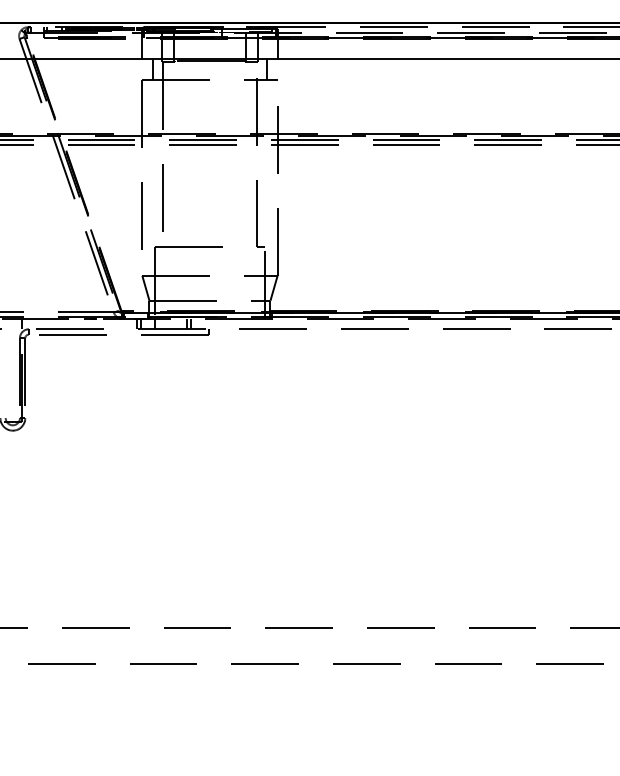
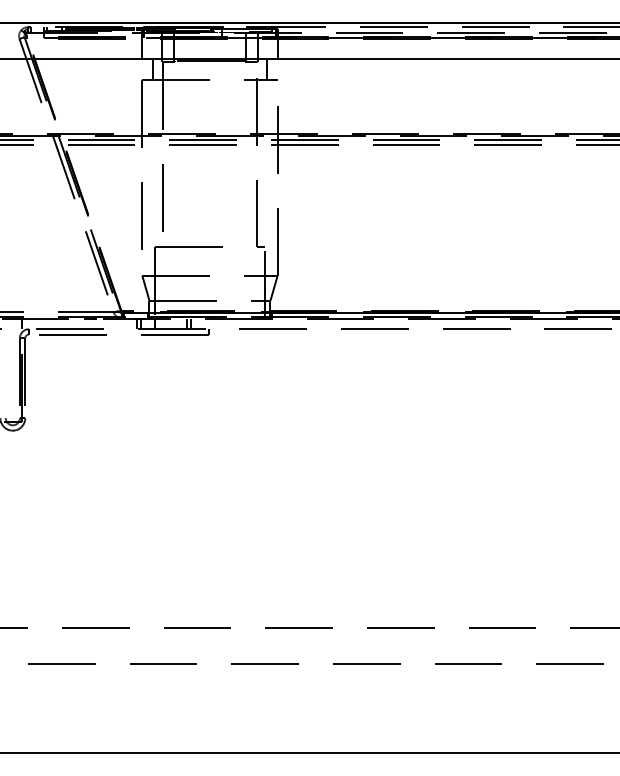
line at (309, 752): none -> present
